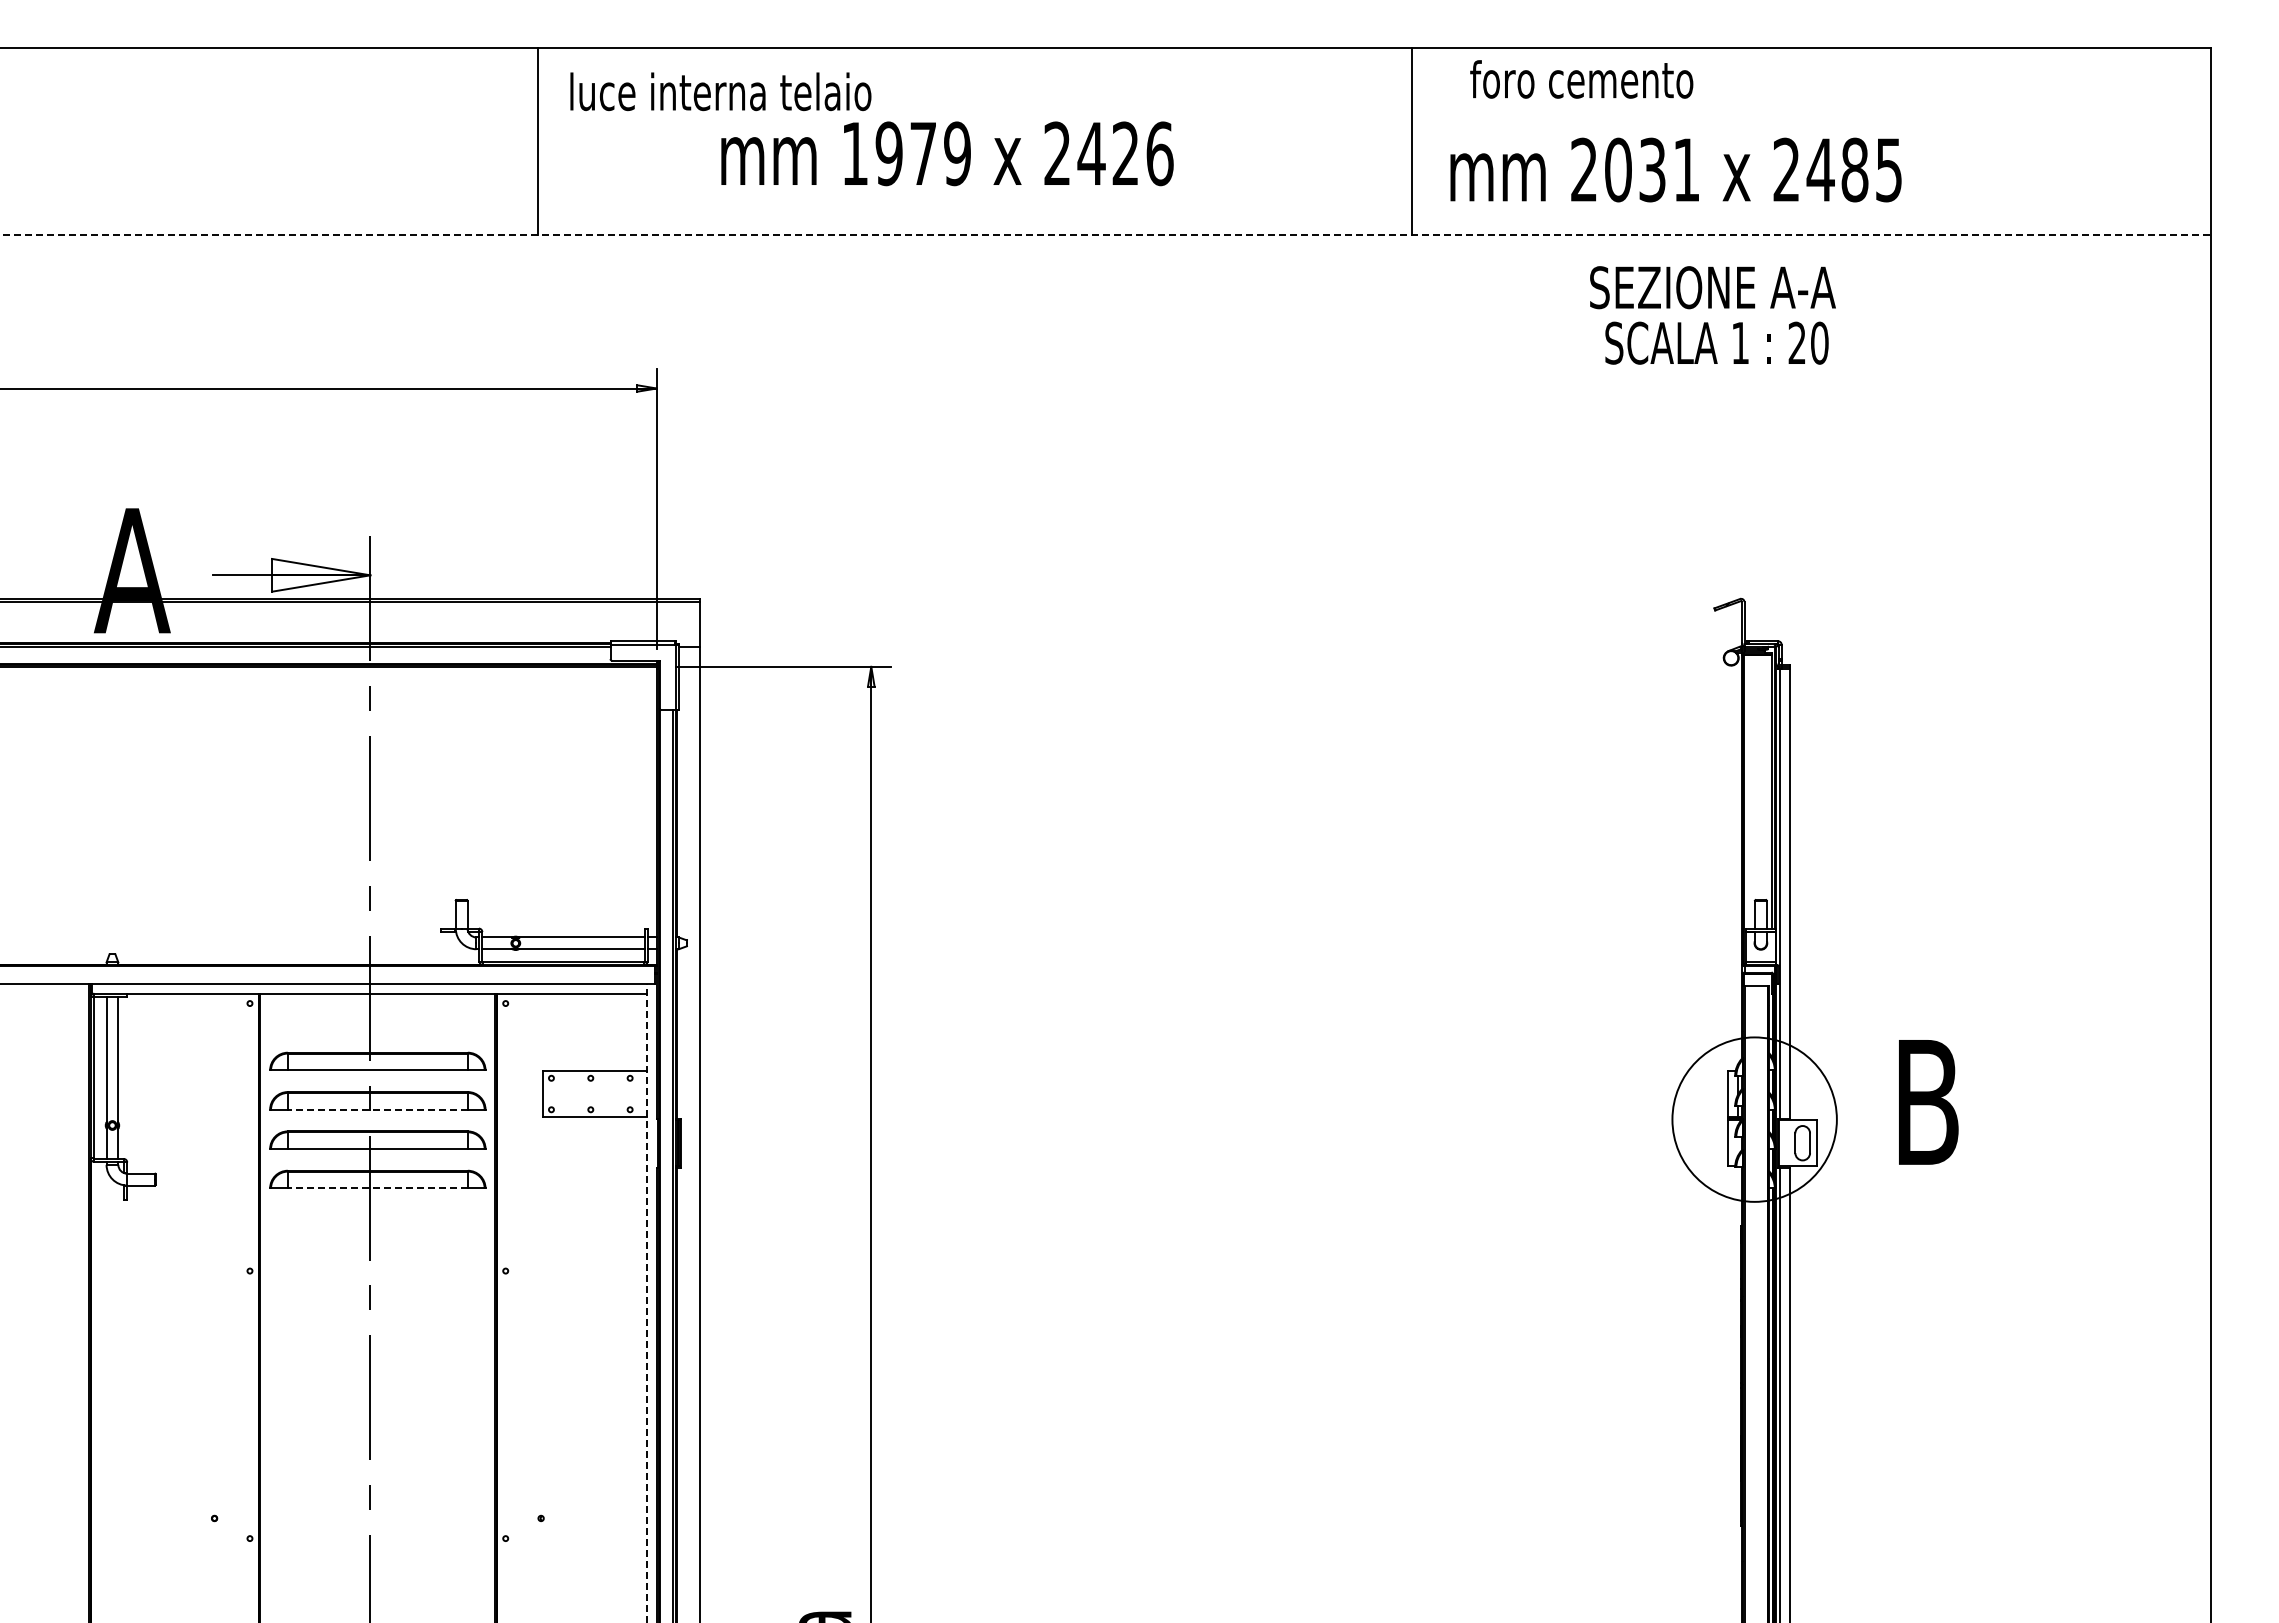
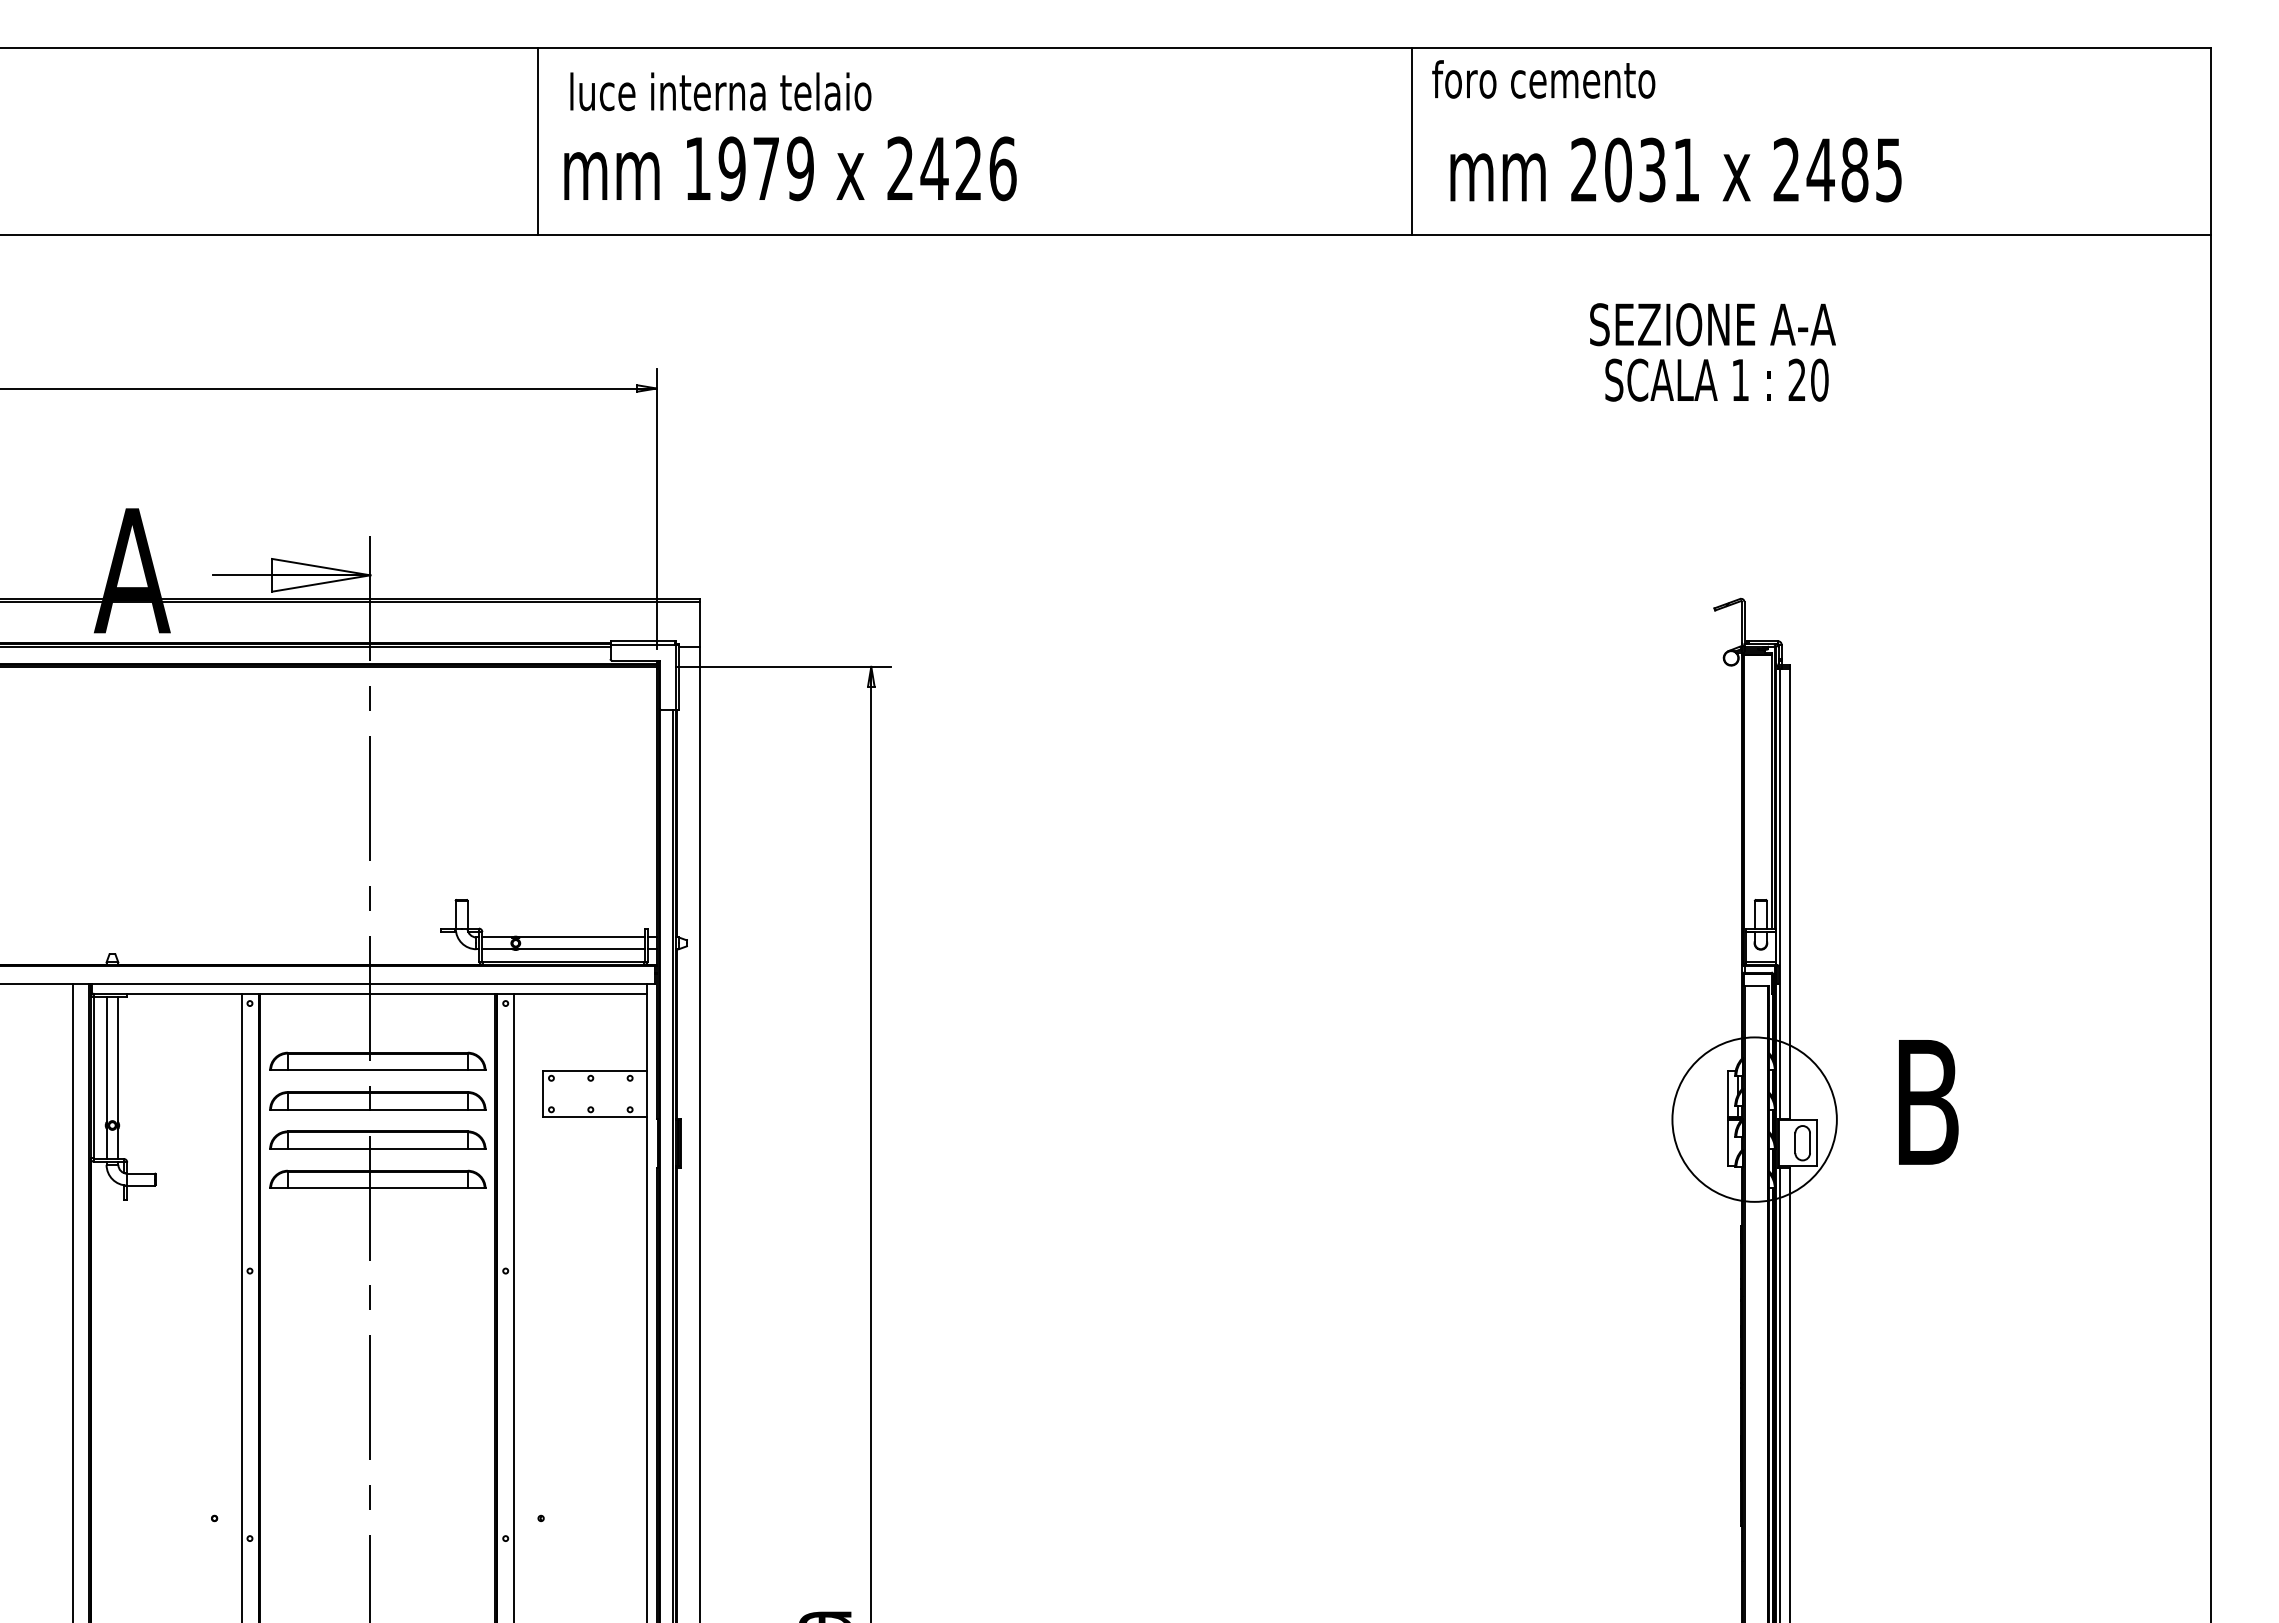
text at (1581, 79) position: (1581, 79) -> (1543, 79)
text at (947, 153) position: (947, 153) -> (790, 168)
line at (1106, 235): dashed -> solid
text at (1712, 315) position: (1712, 315) -> (1712, 352)
line at (377, 1109): dashed -> solid
line at (377, 1188): dashed -> solid
line at (73, 1301): none -> present
line at (646, 1303): dashed -> solid
line at (242, 1306): none -> present
line at (513, 1306): none -> present
